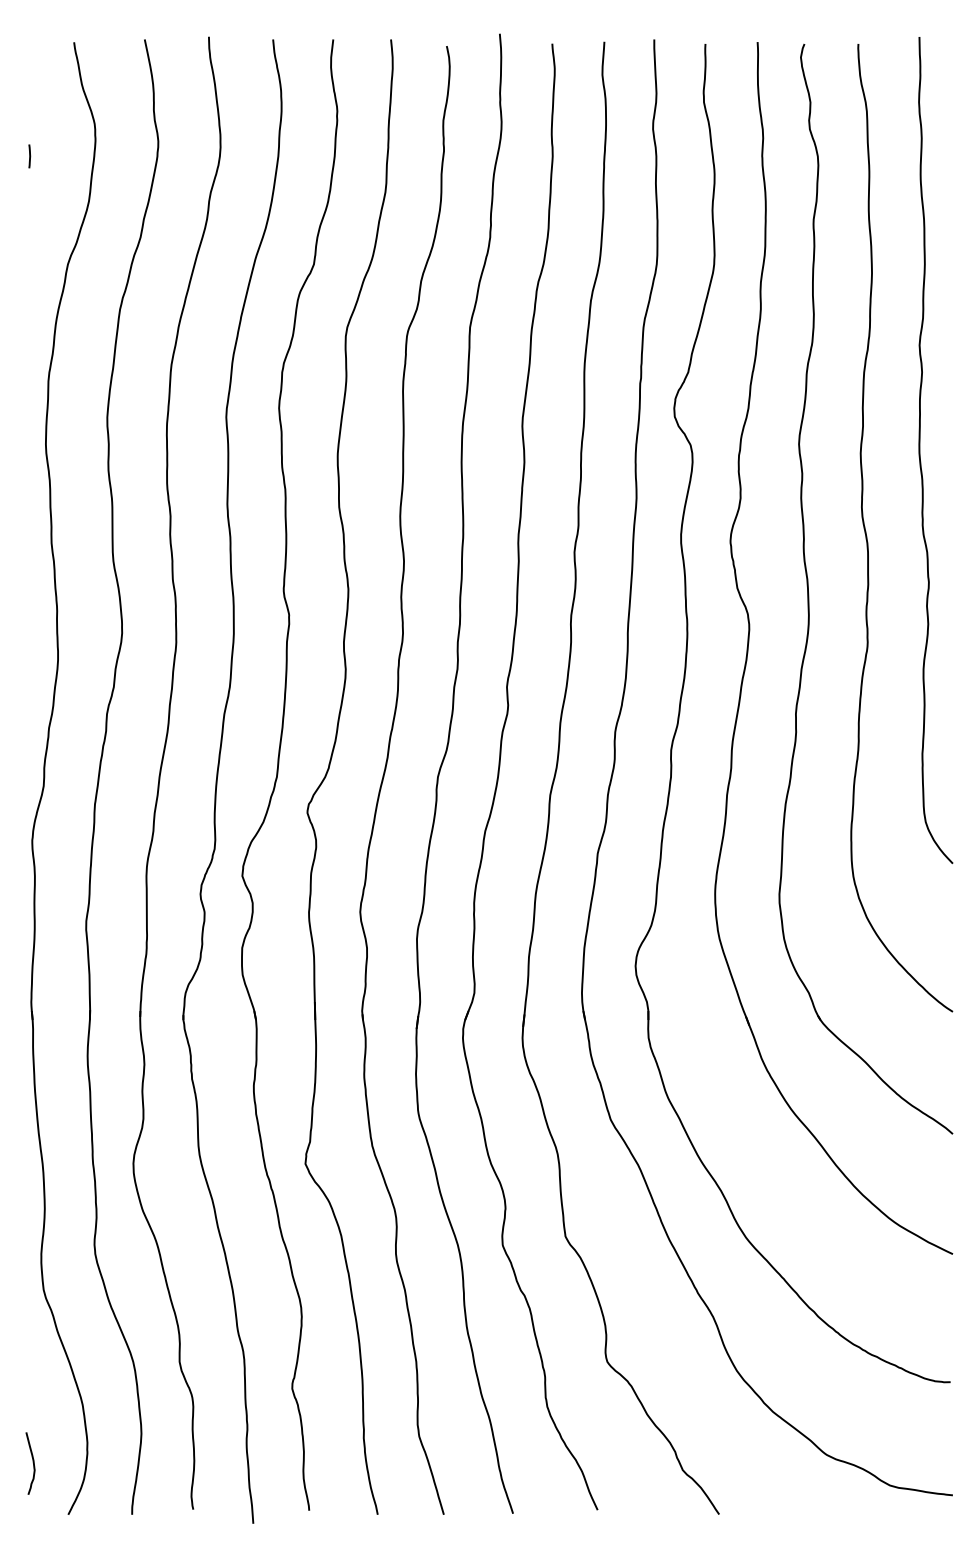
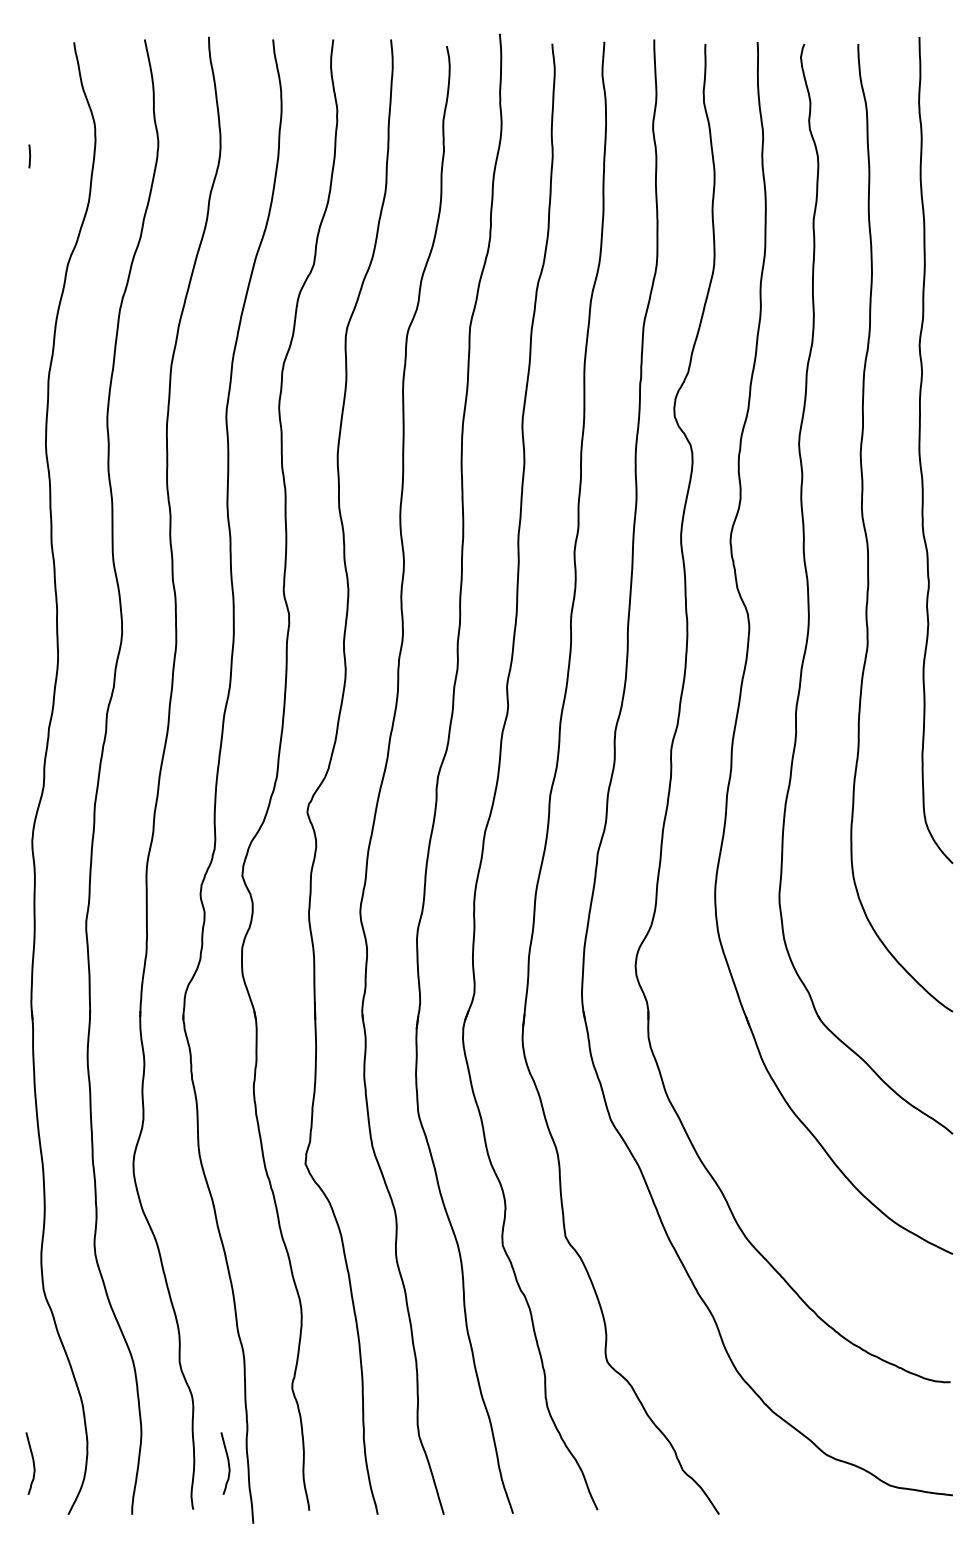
curve at (227, 1462): none -> present
